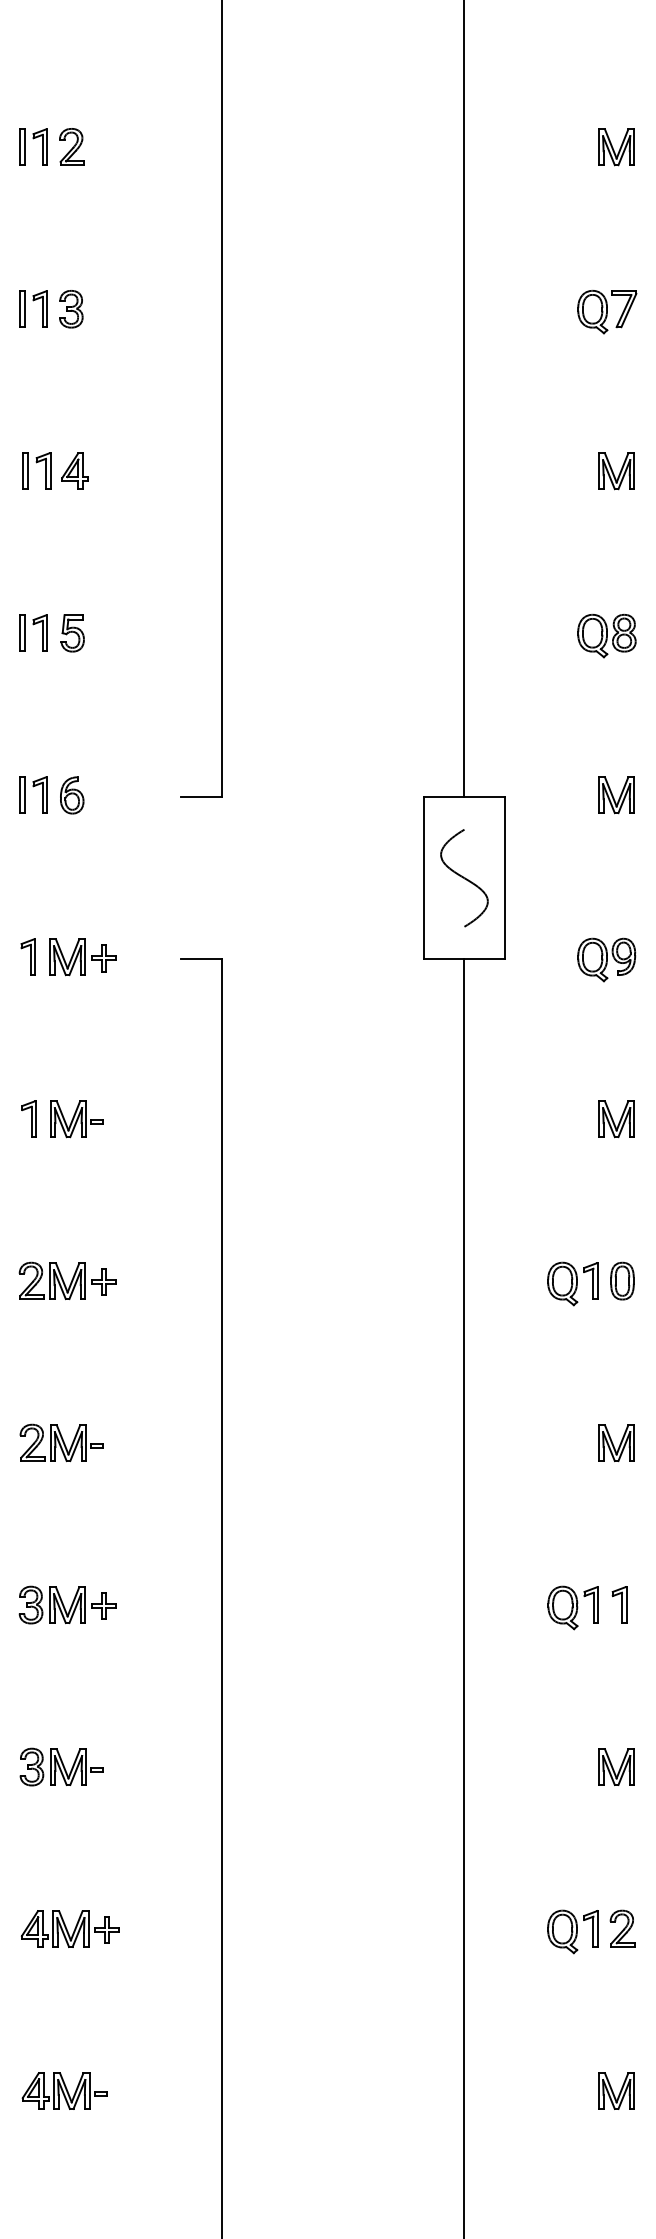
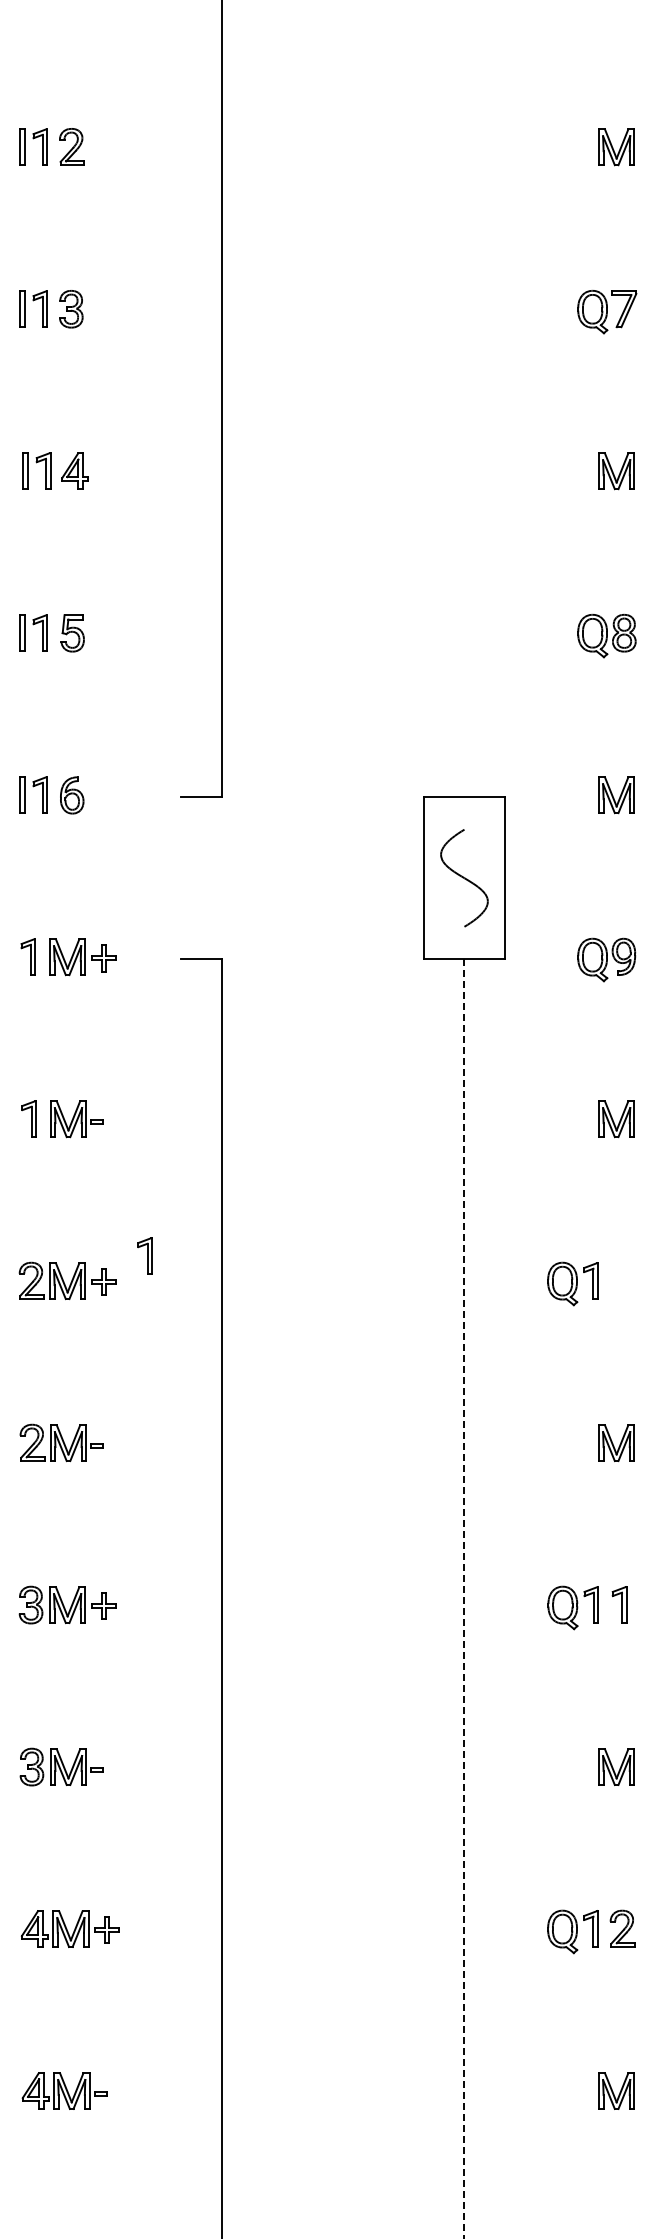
line at (464, 399): present -> none
part at (144, 1255): none -> present
part at (622, 1280): present -> none
line at (464, 1599): solid -> dashed
